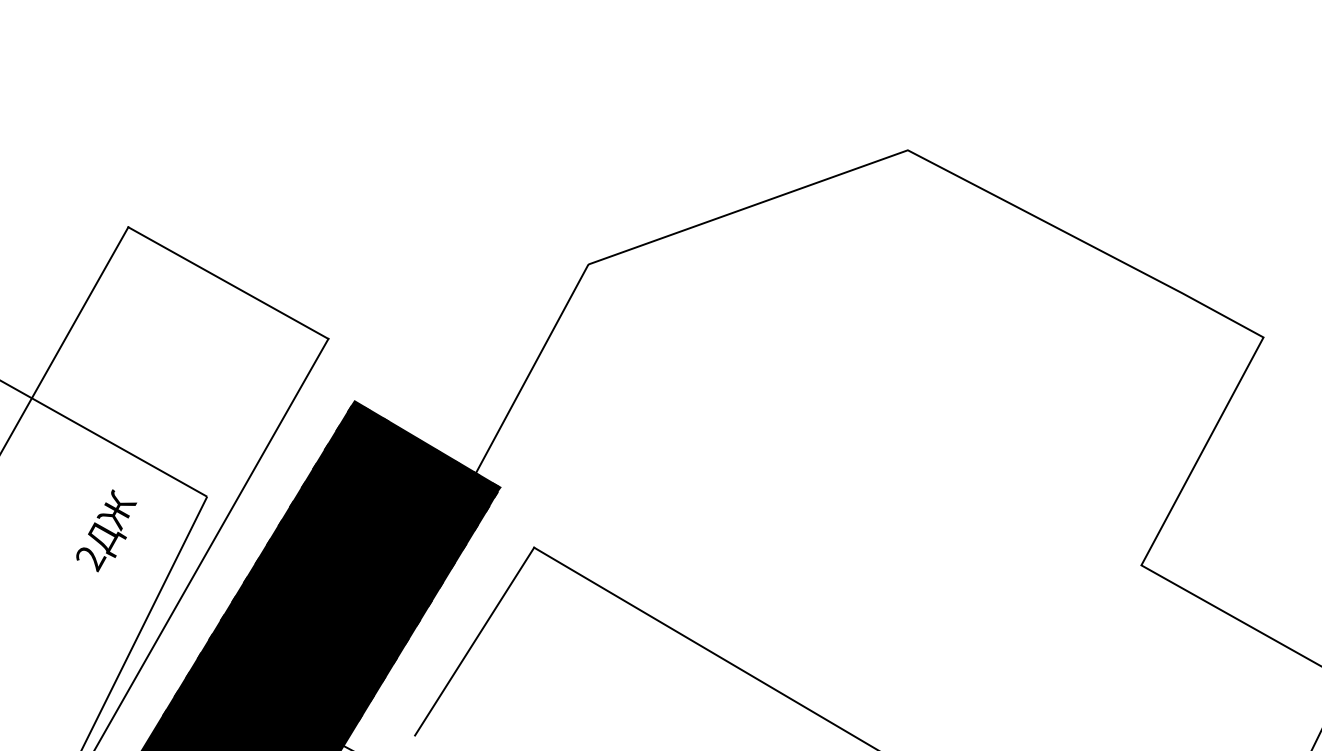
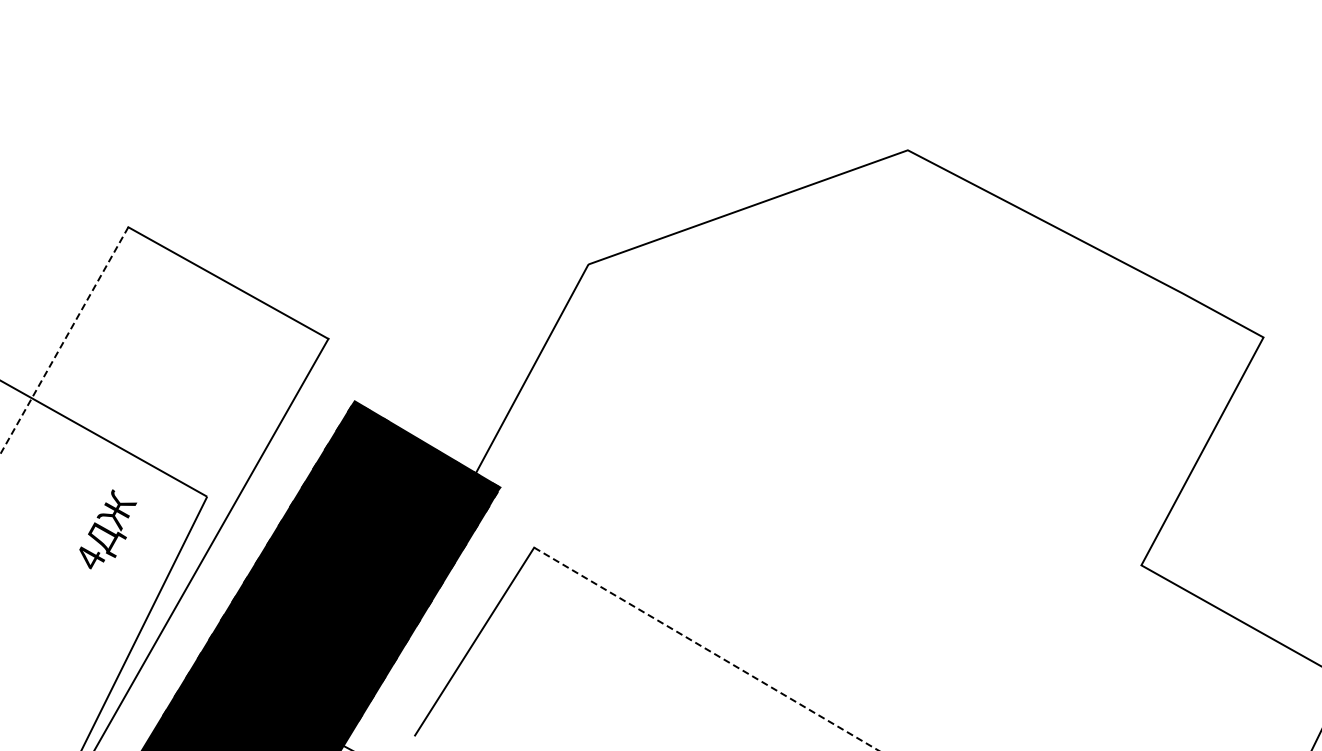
line at (64, 341): solid -> dashed
text at (91, 559): 2 -> 4
line at (706, 649): solid -> dashed
